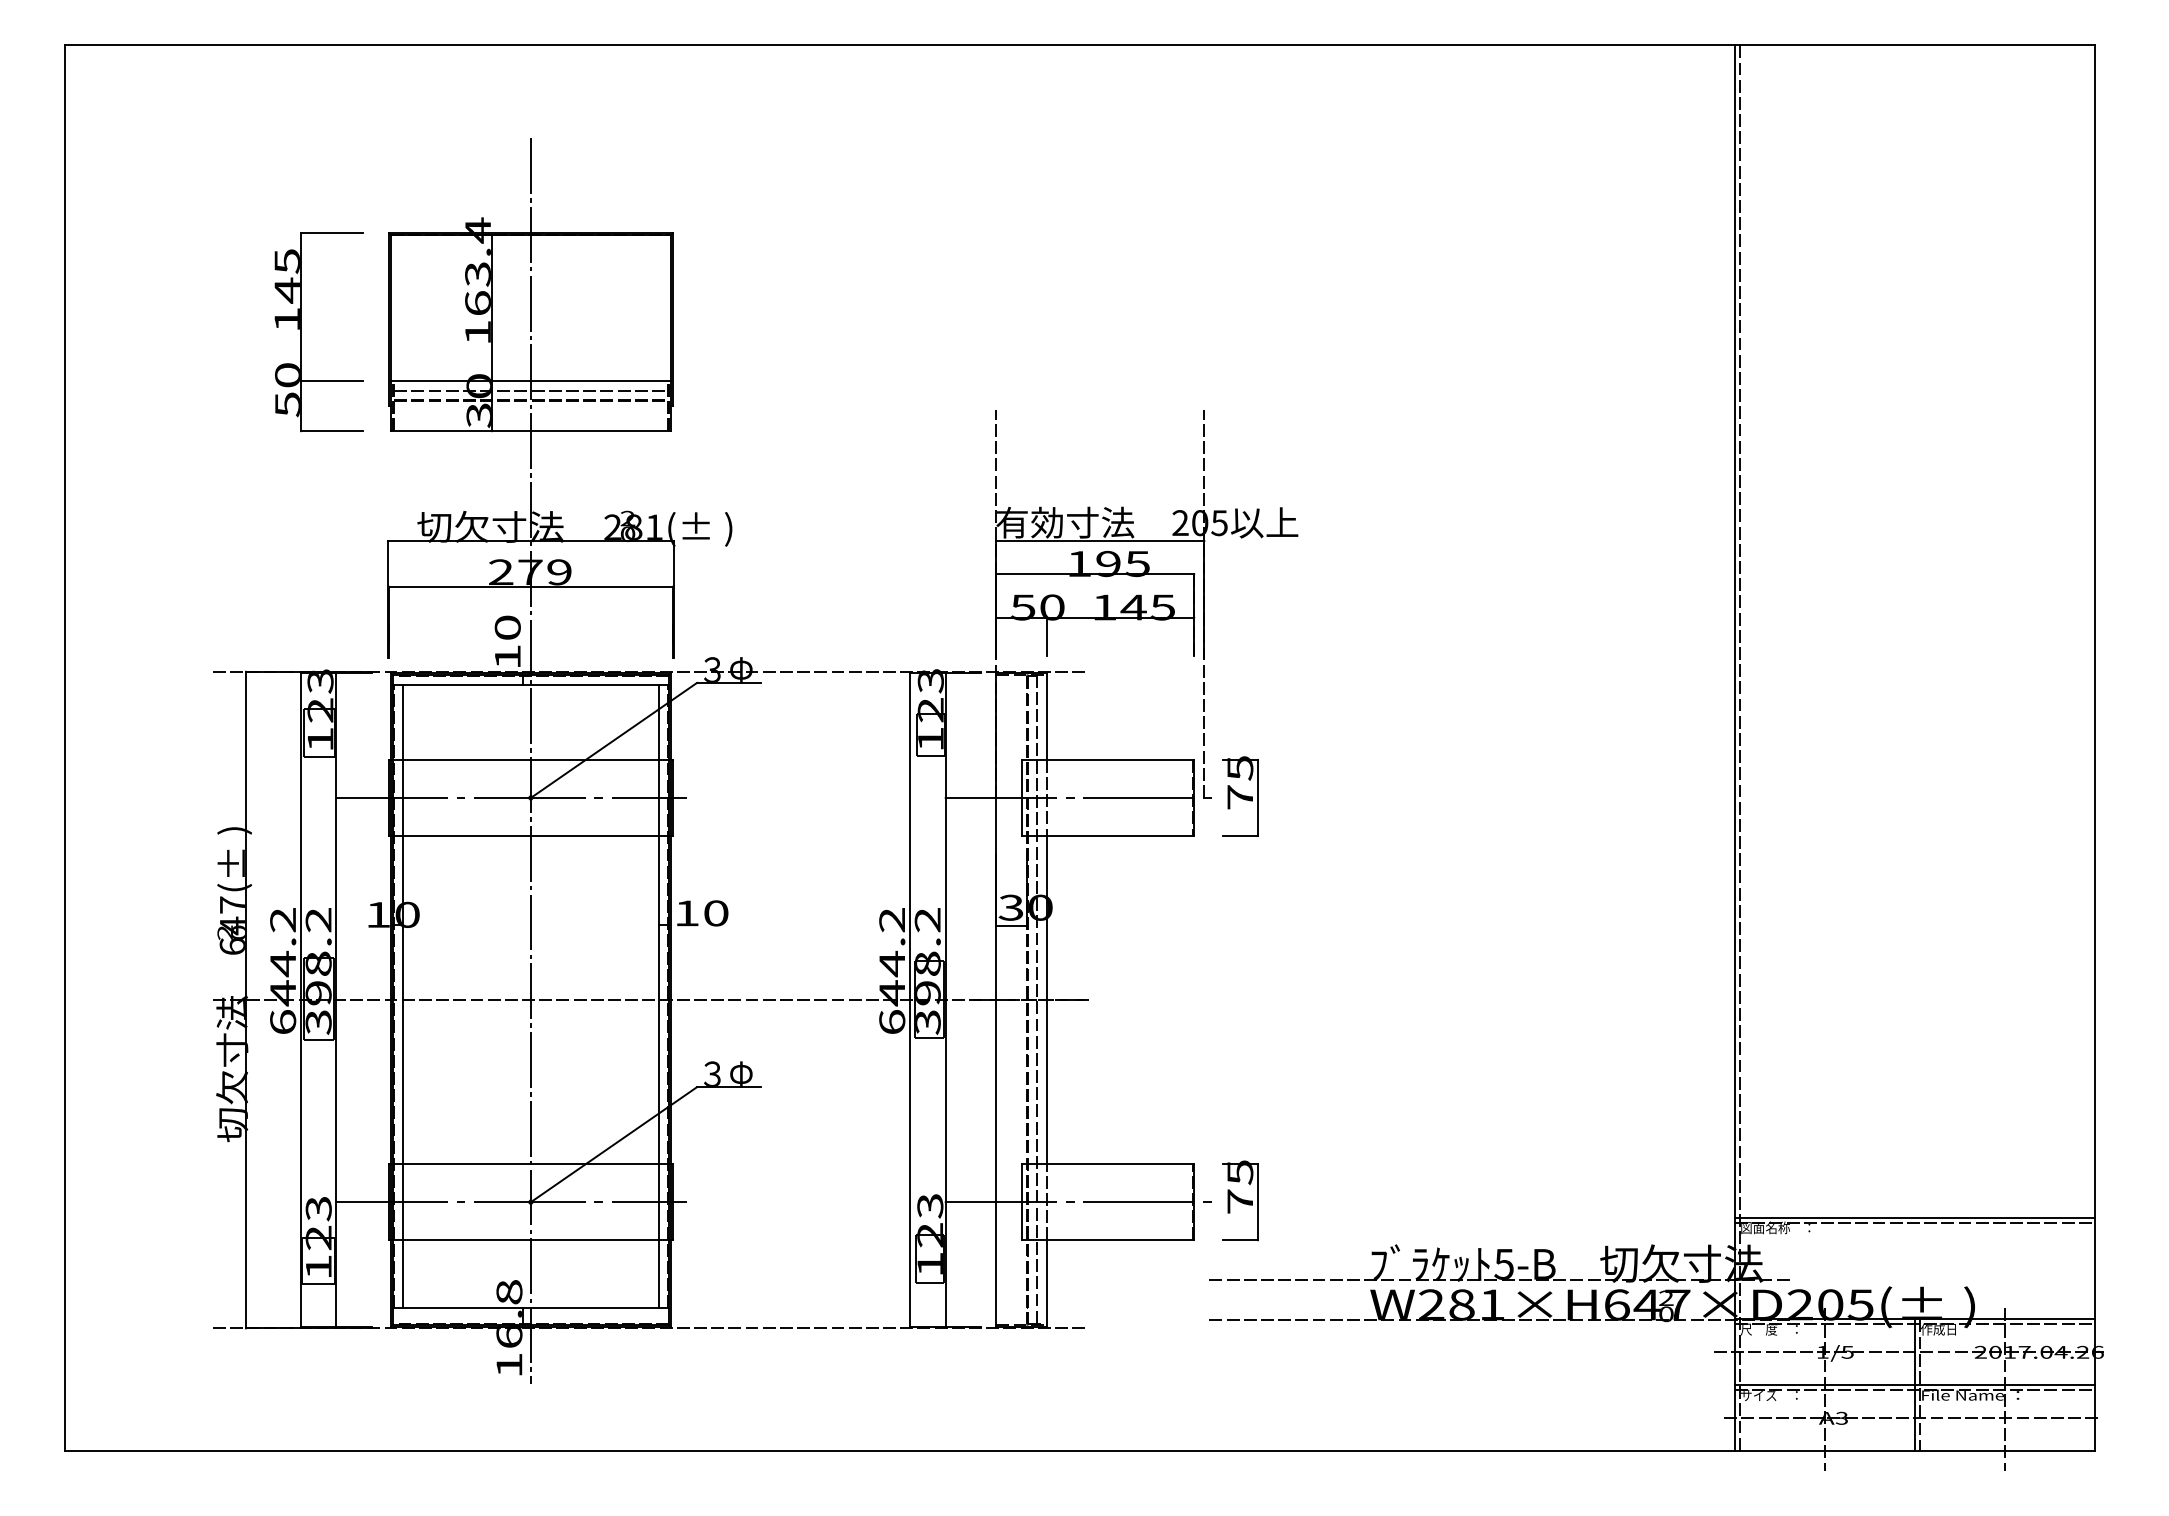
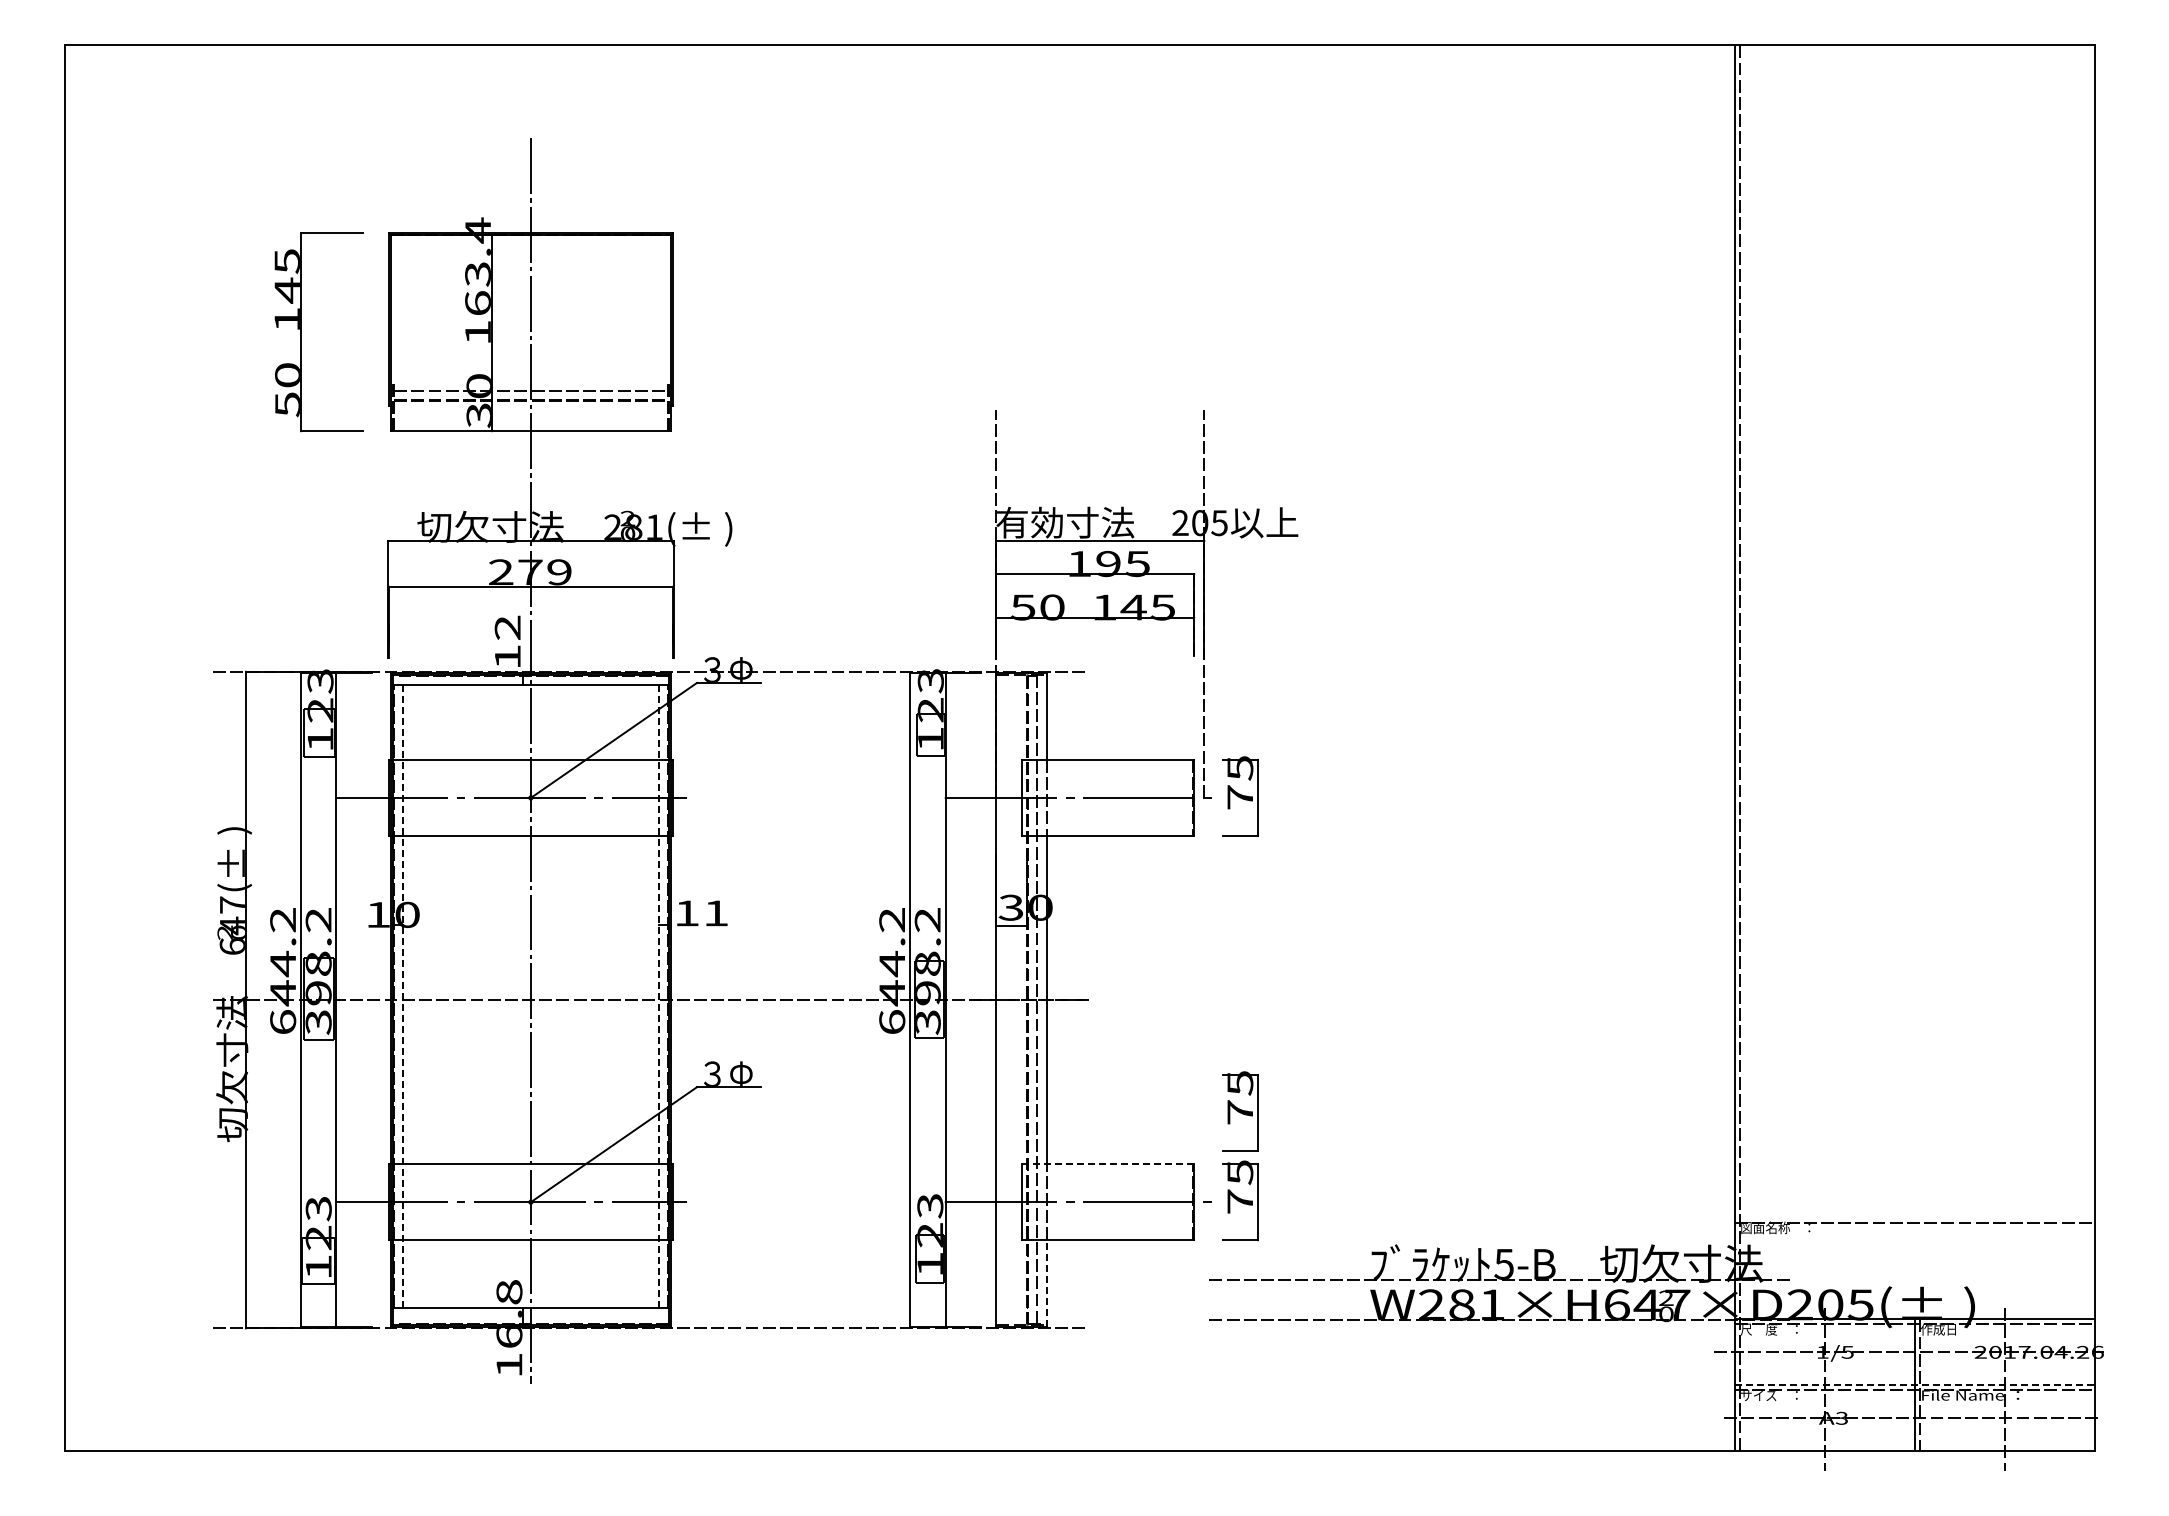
line at (331, 380): present -> none
line at (530, 380): present -> none
text at (507, 627): 10 -> 12
line at (1047, 636): present -> none
text at (716, 913): 10 -> 11
line at (402, 996): solid -> dashed
line at (659, 996): solid -> dashed
part at (1240, 1111): none -> present
line at (1107, 1164): solid -> dashed
line at (1915, 1217): present -> none
line at (1047, 1283): solid -> dashed
line at (1915, 1385): solid -> dashed
